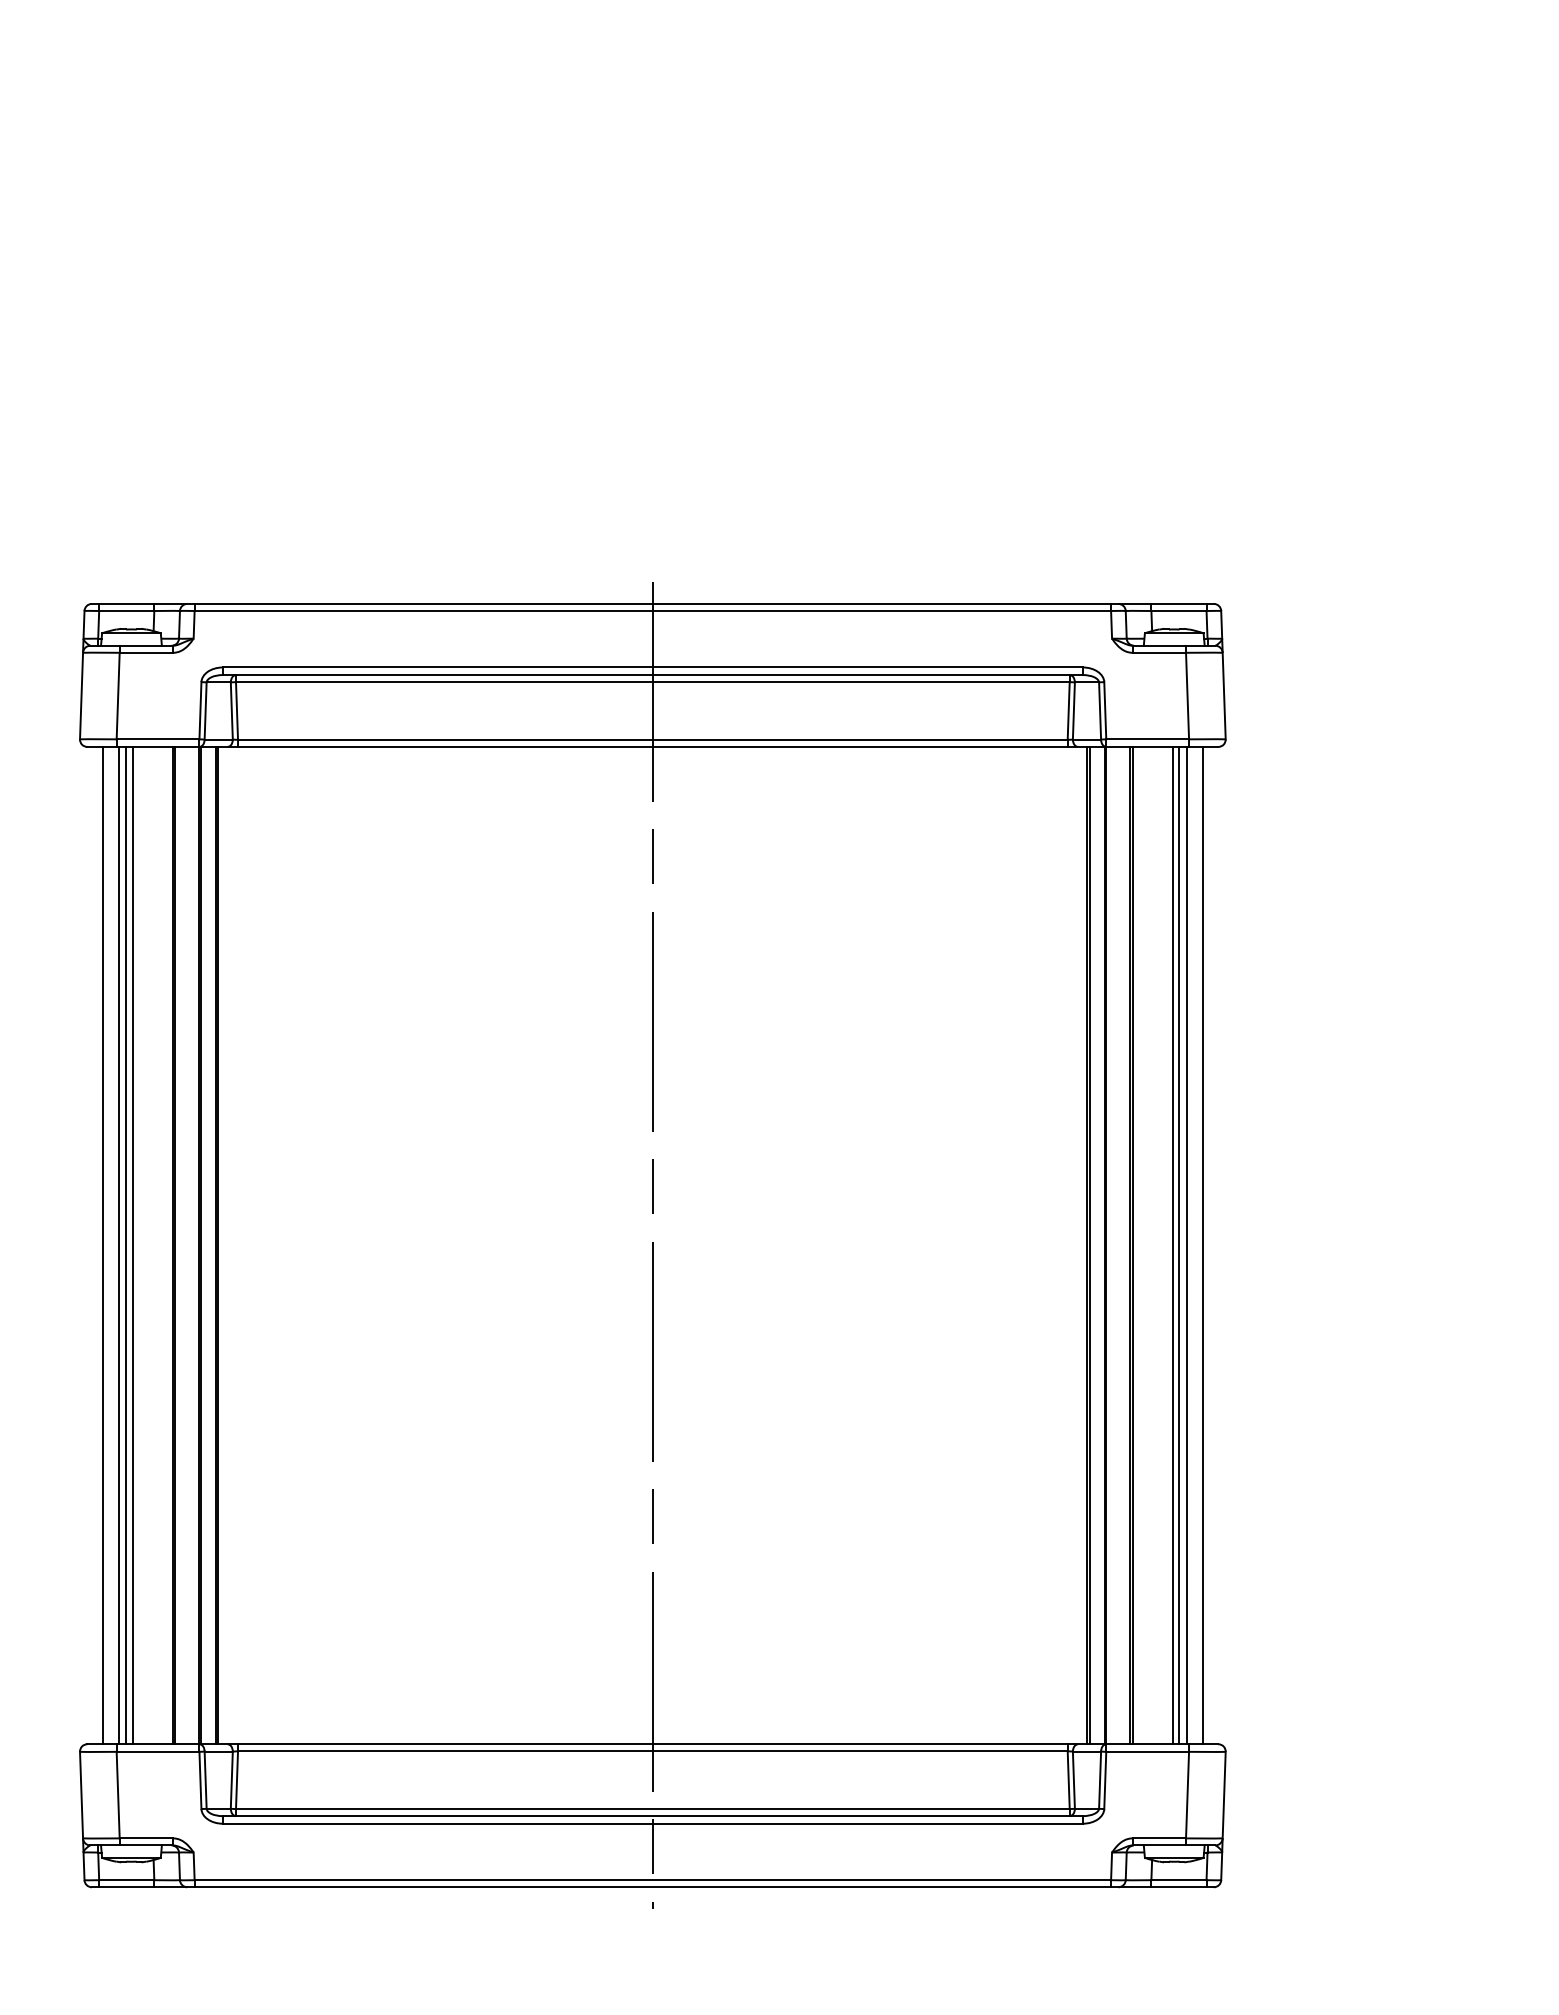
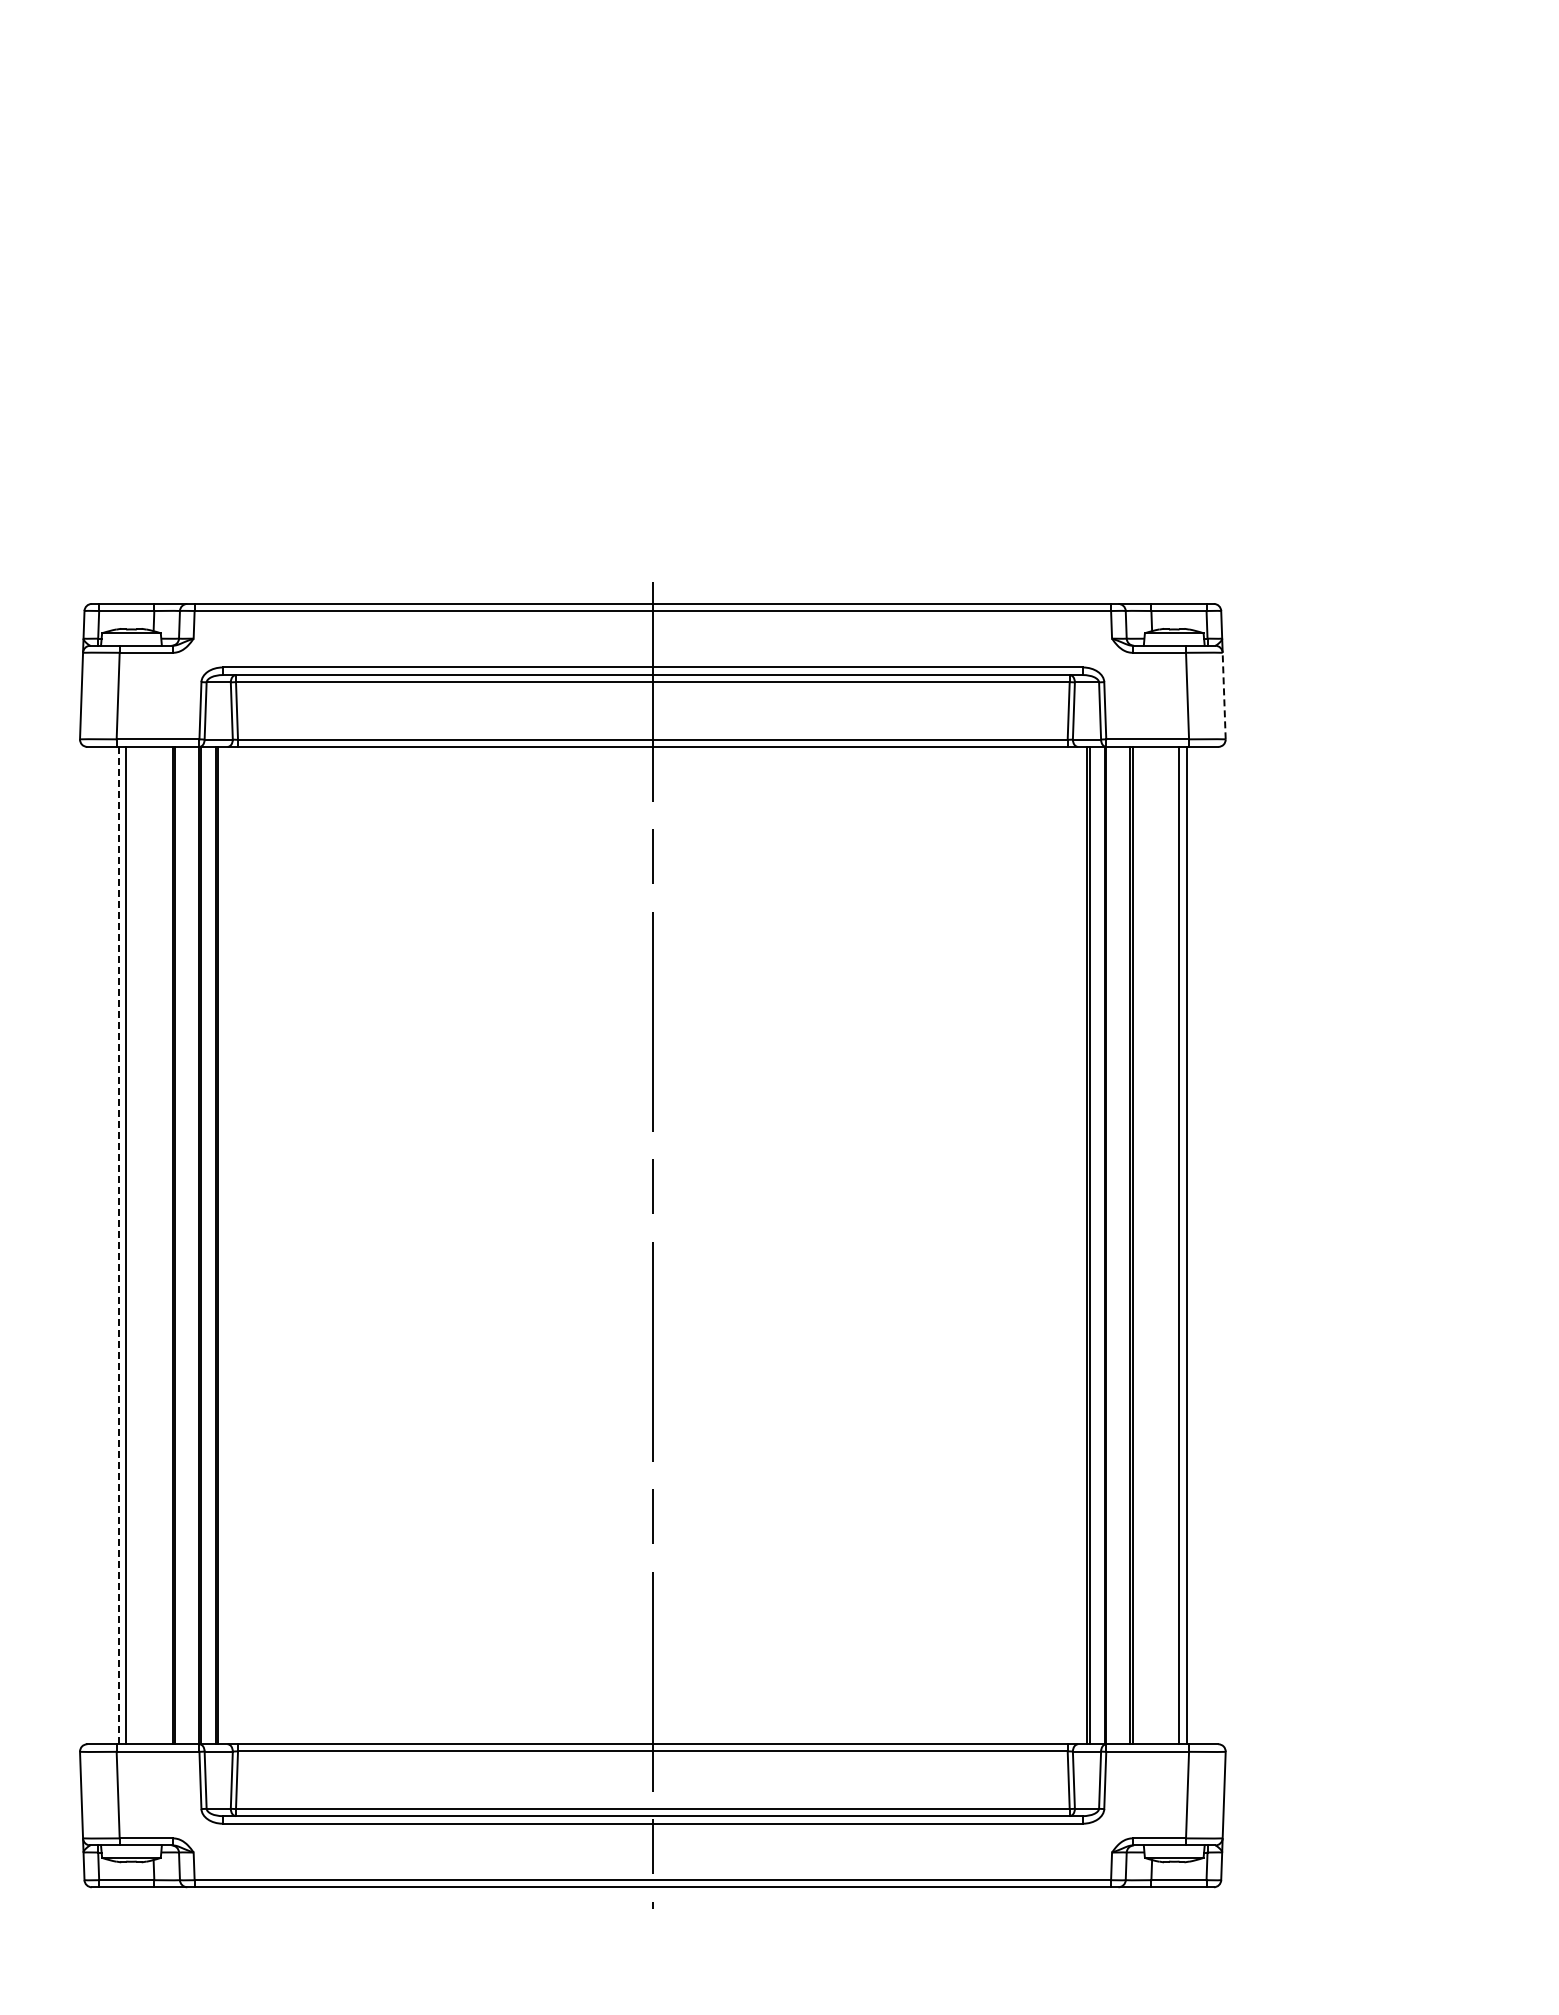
line at (1224, 695): solid -> dashed
line at (102, 1245): present -> none
line at (119, 1245): solid -> dashed
line at (133, 1245): present -> none
line at (1172, 1245): present -> none
line at (1202, 1245): present -> none
